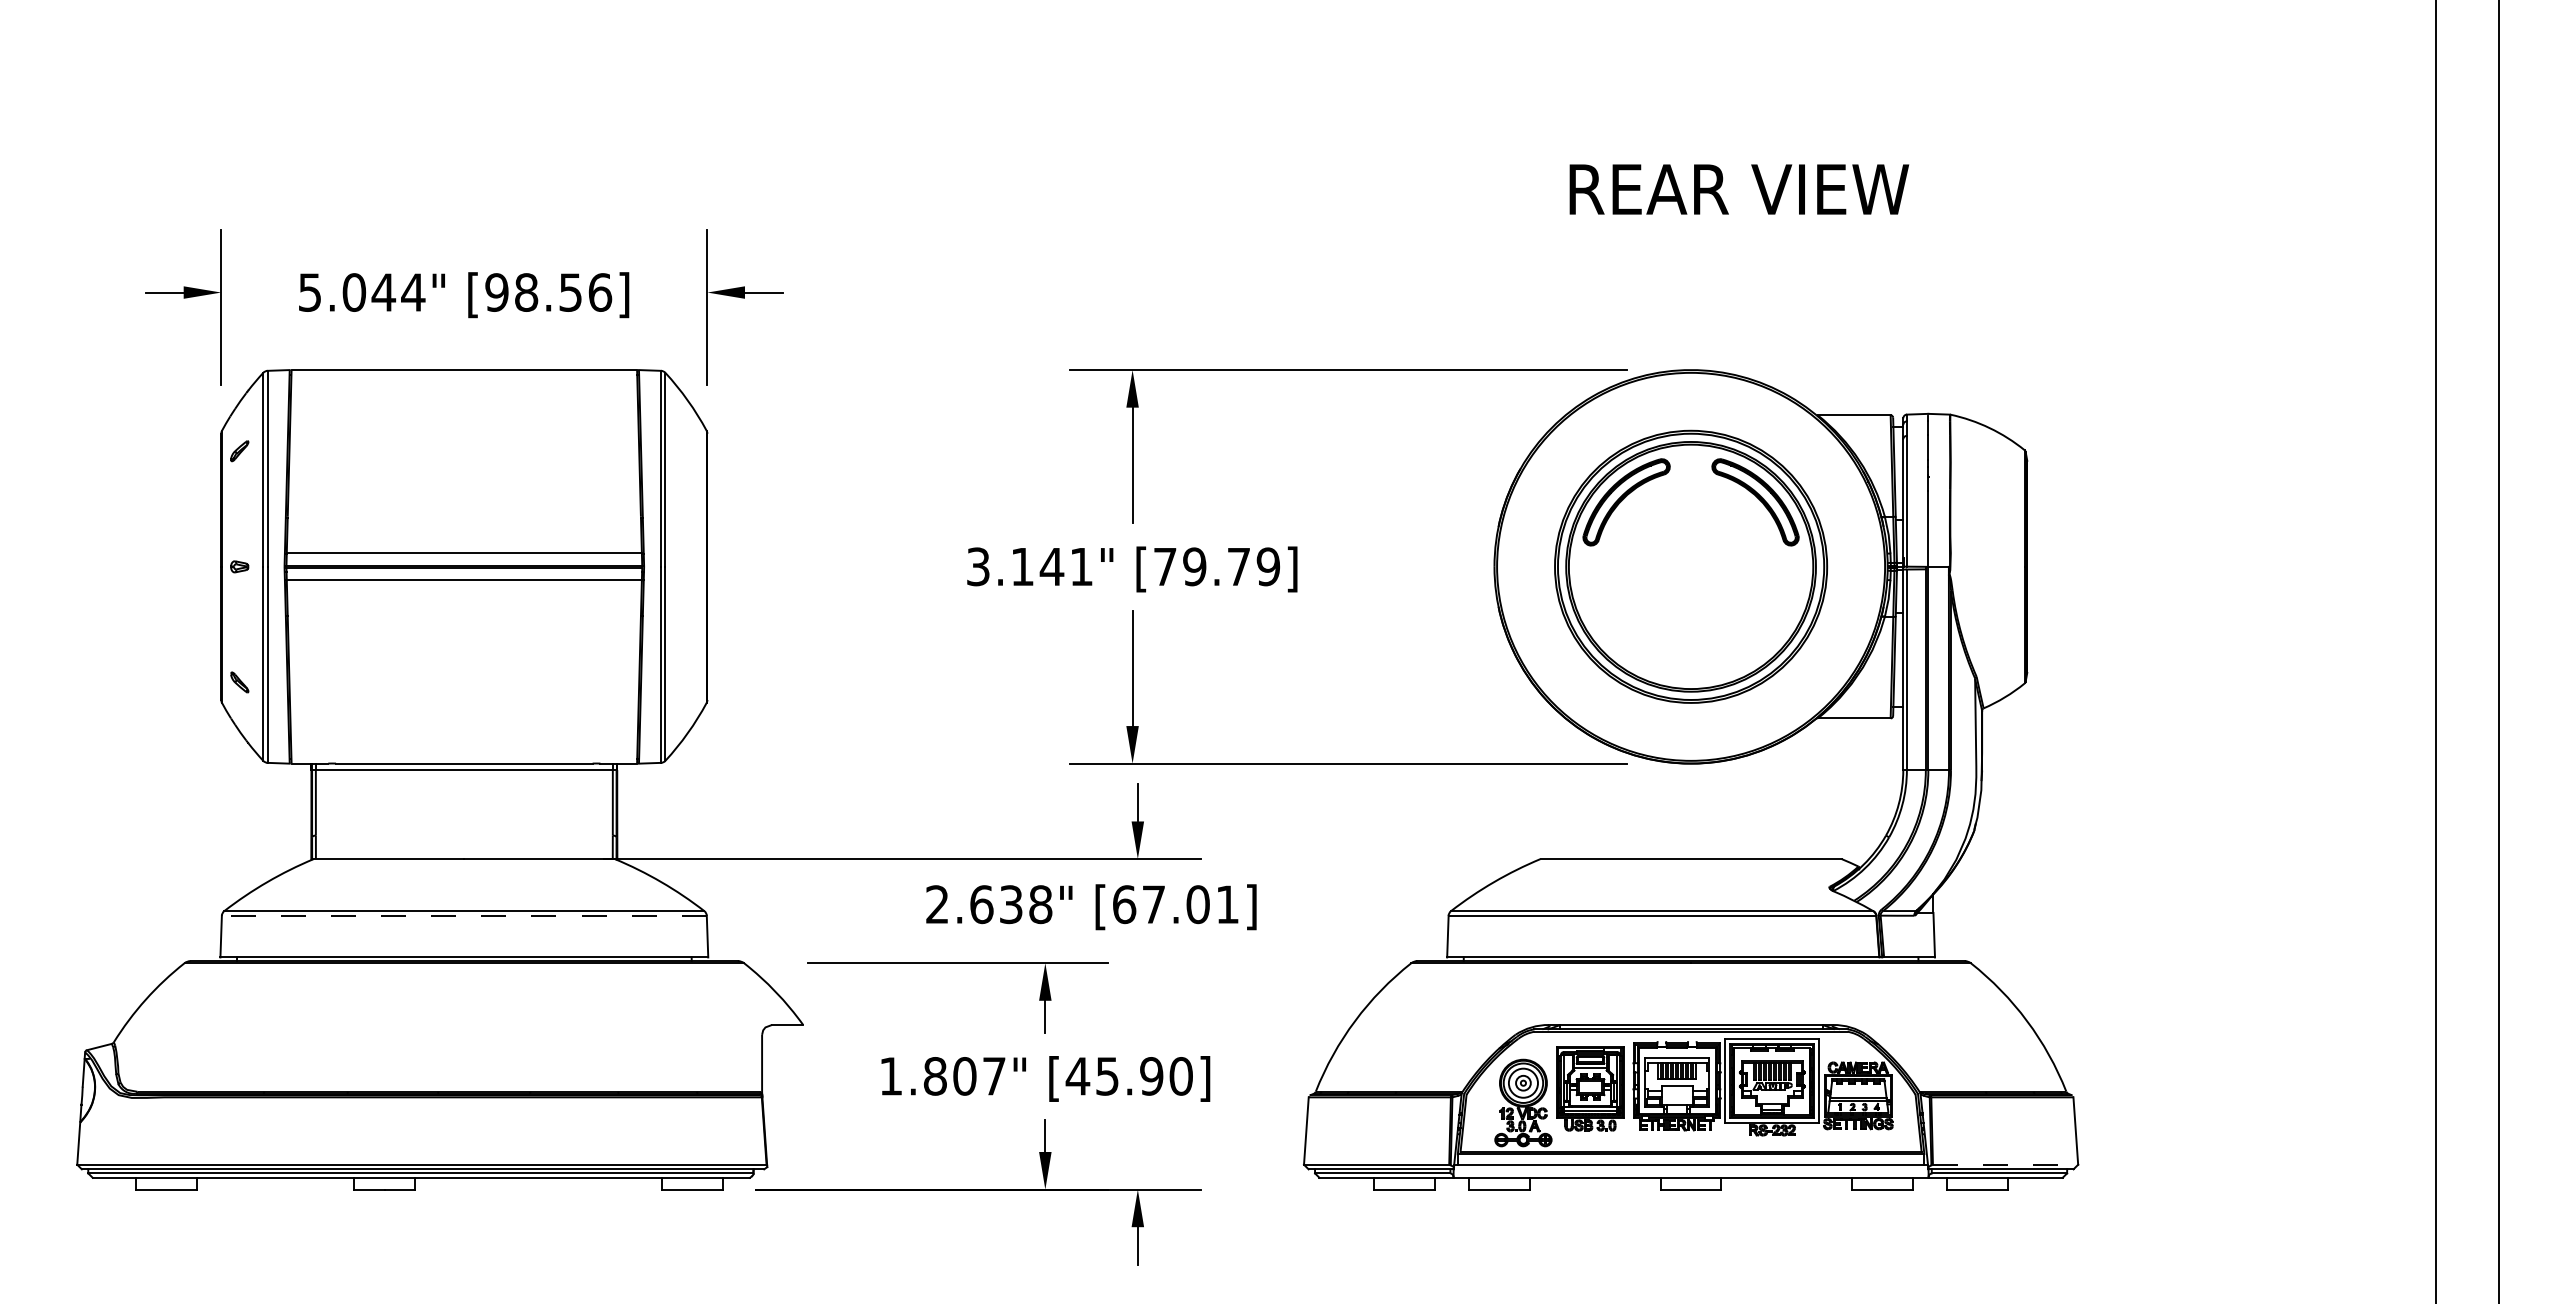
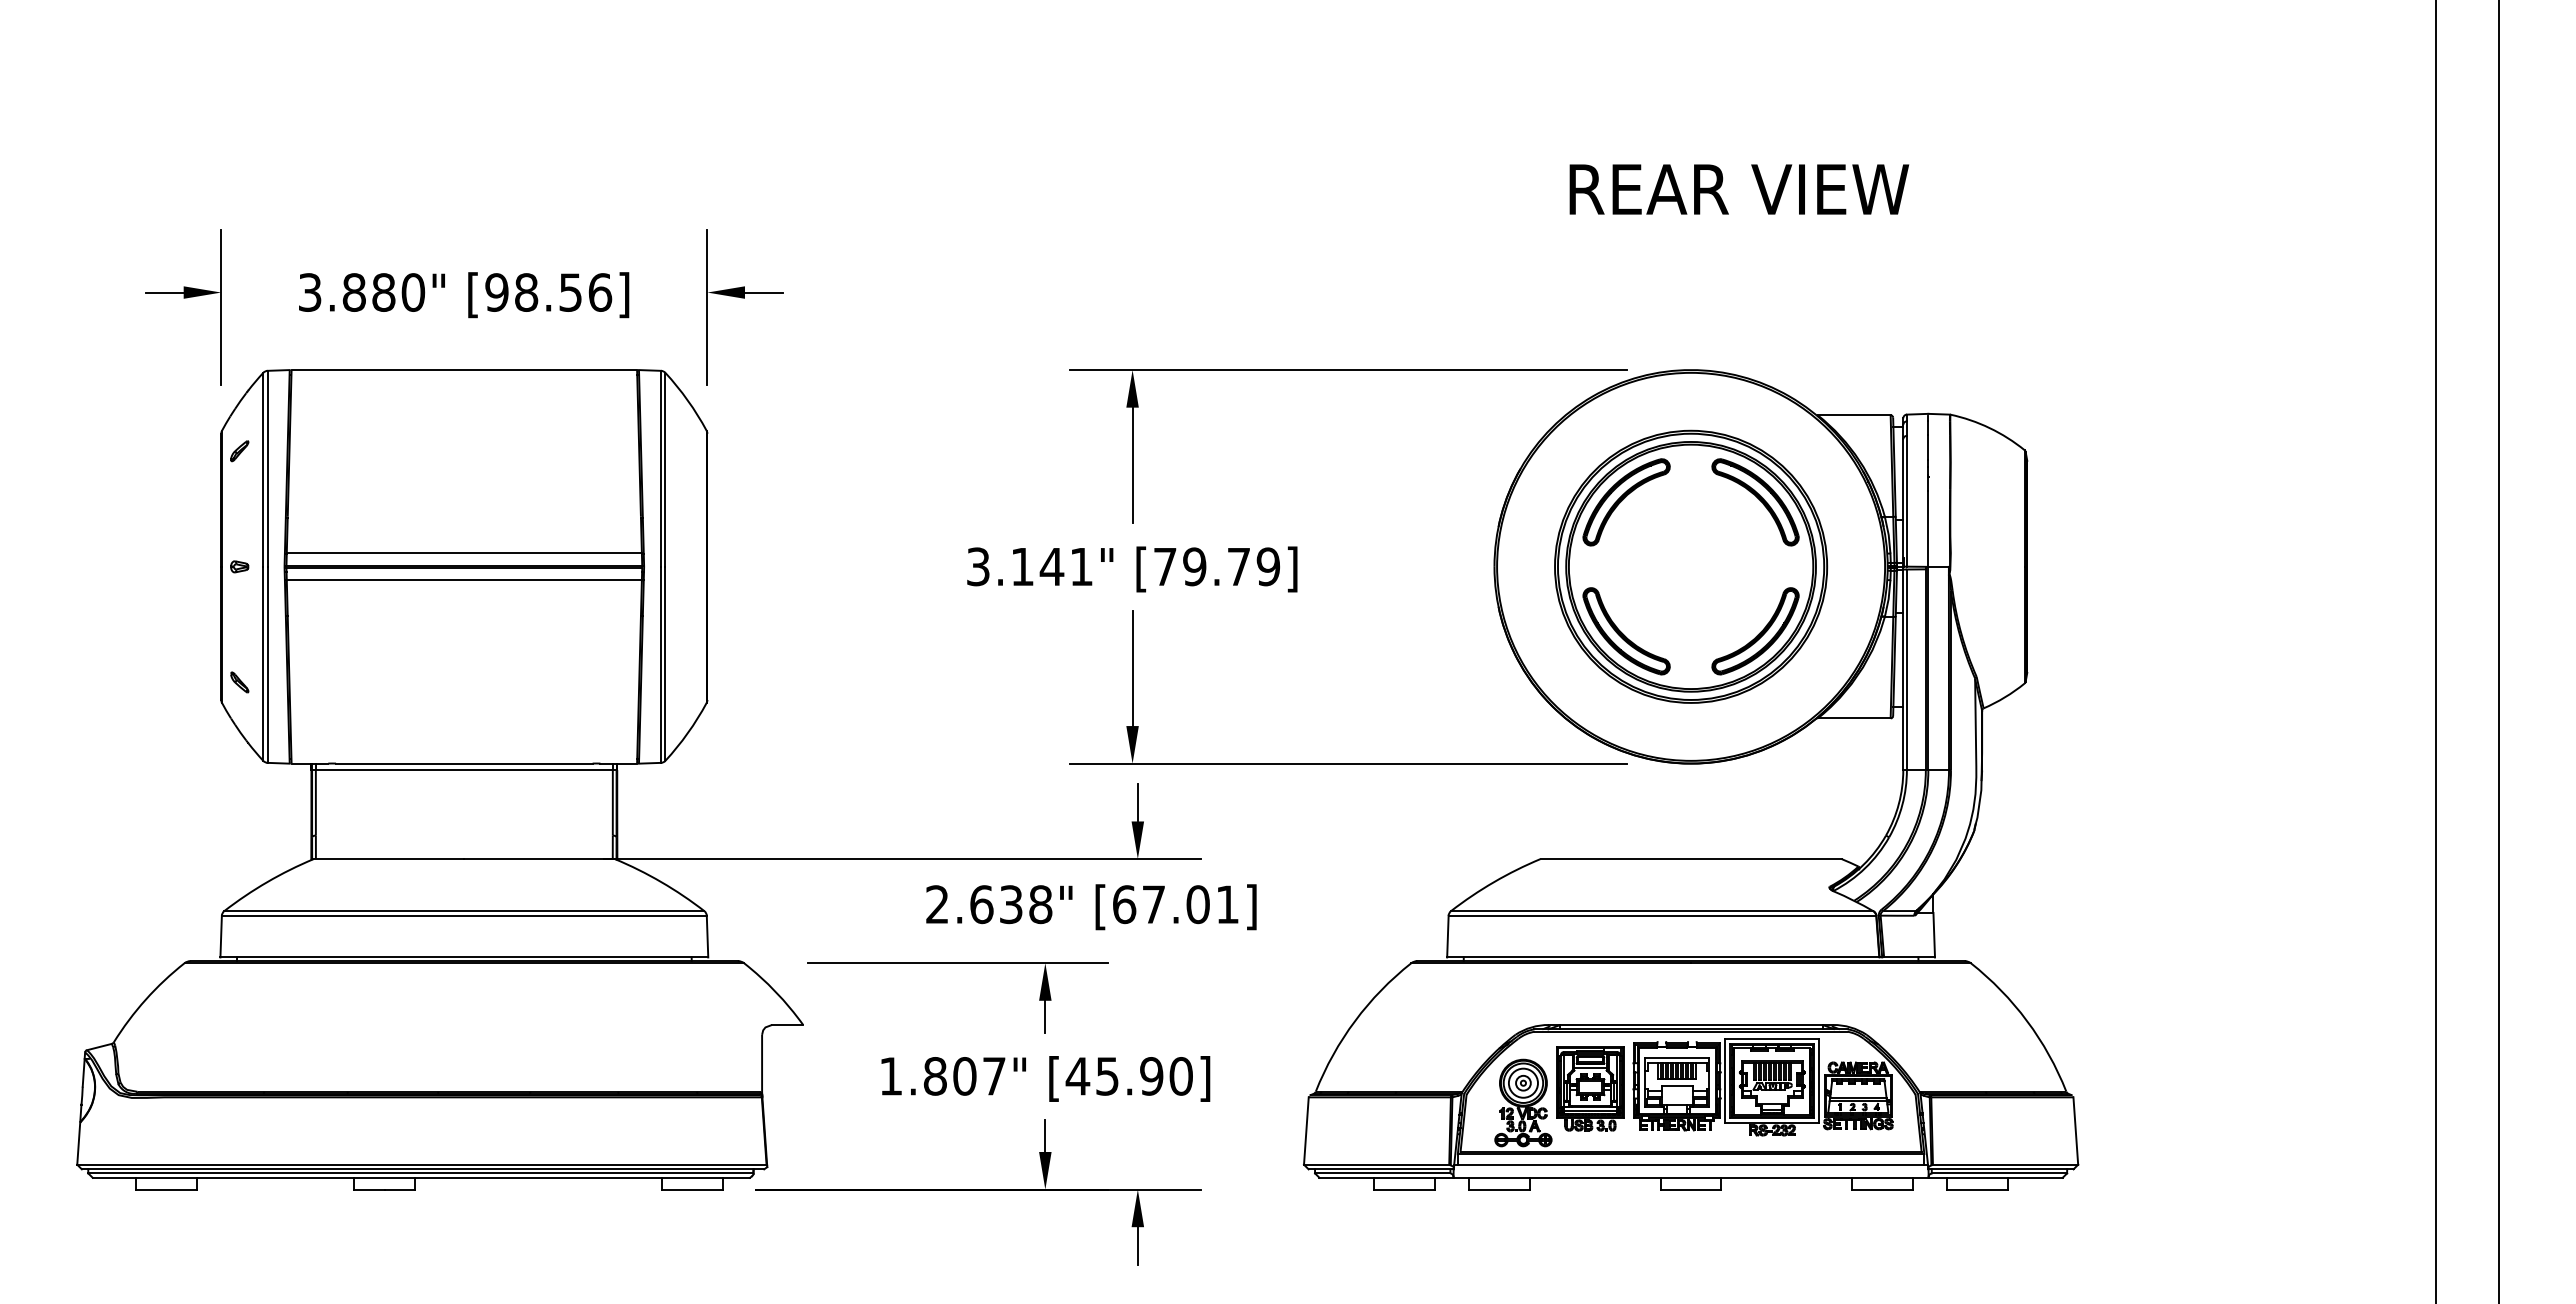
text at (362, 292): 5.044" -> 3.880"
part at (1626, 631): none -> present
part at (1755, 631): none -> present
line at (463, 915): dashed -> solid
line at (2005, 1164): dashed -> solid
